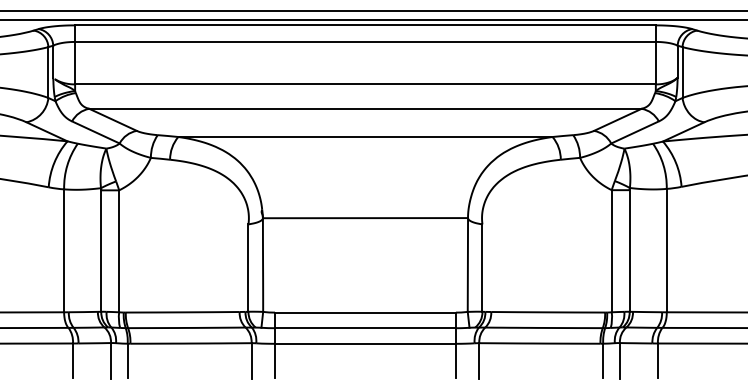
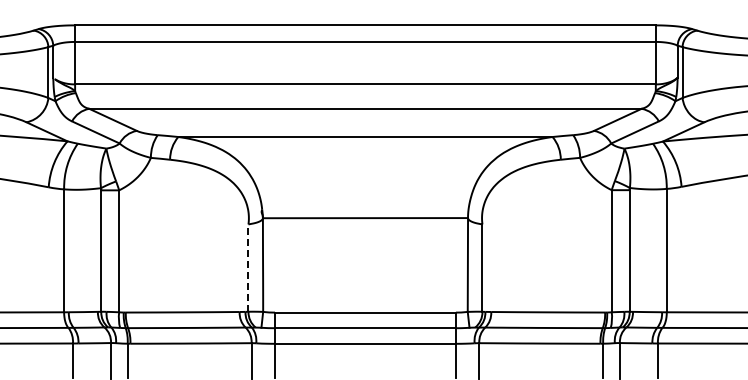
line at (373, 11): present -> none
line at (373, 19): present -> none
line at (248, 268): solid -> dashed
